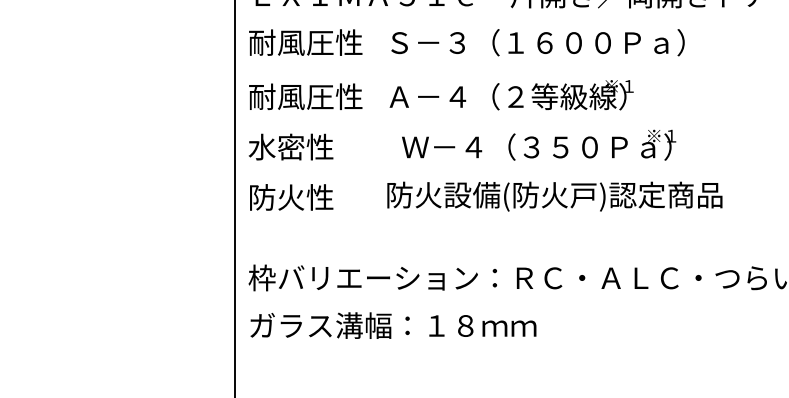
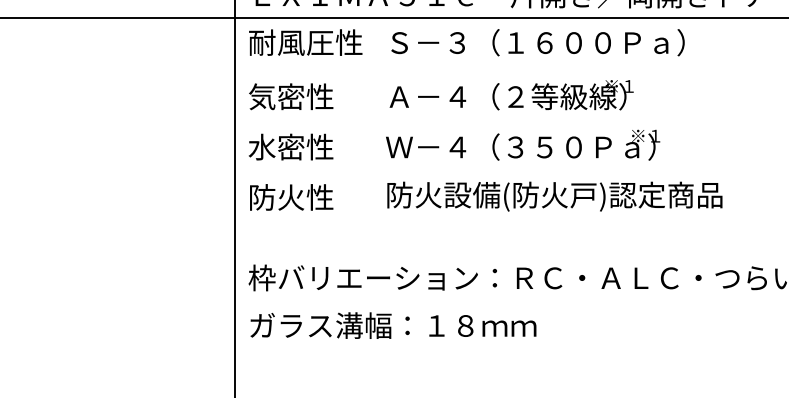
line at (393, 18): none -> present
text at (305, 96): 耐風圧性 -> 気密性
text at (539, 144) position: (539, 144) -> (523, 144)
